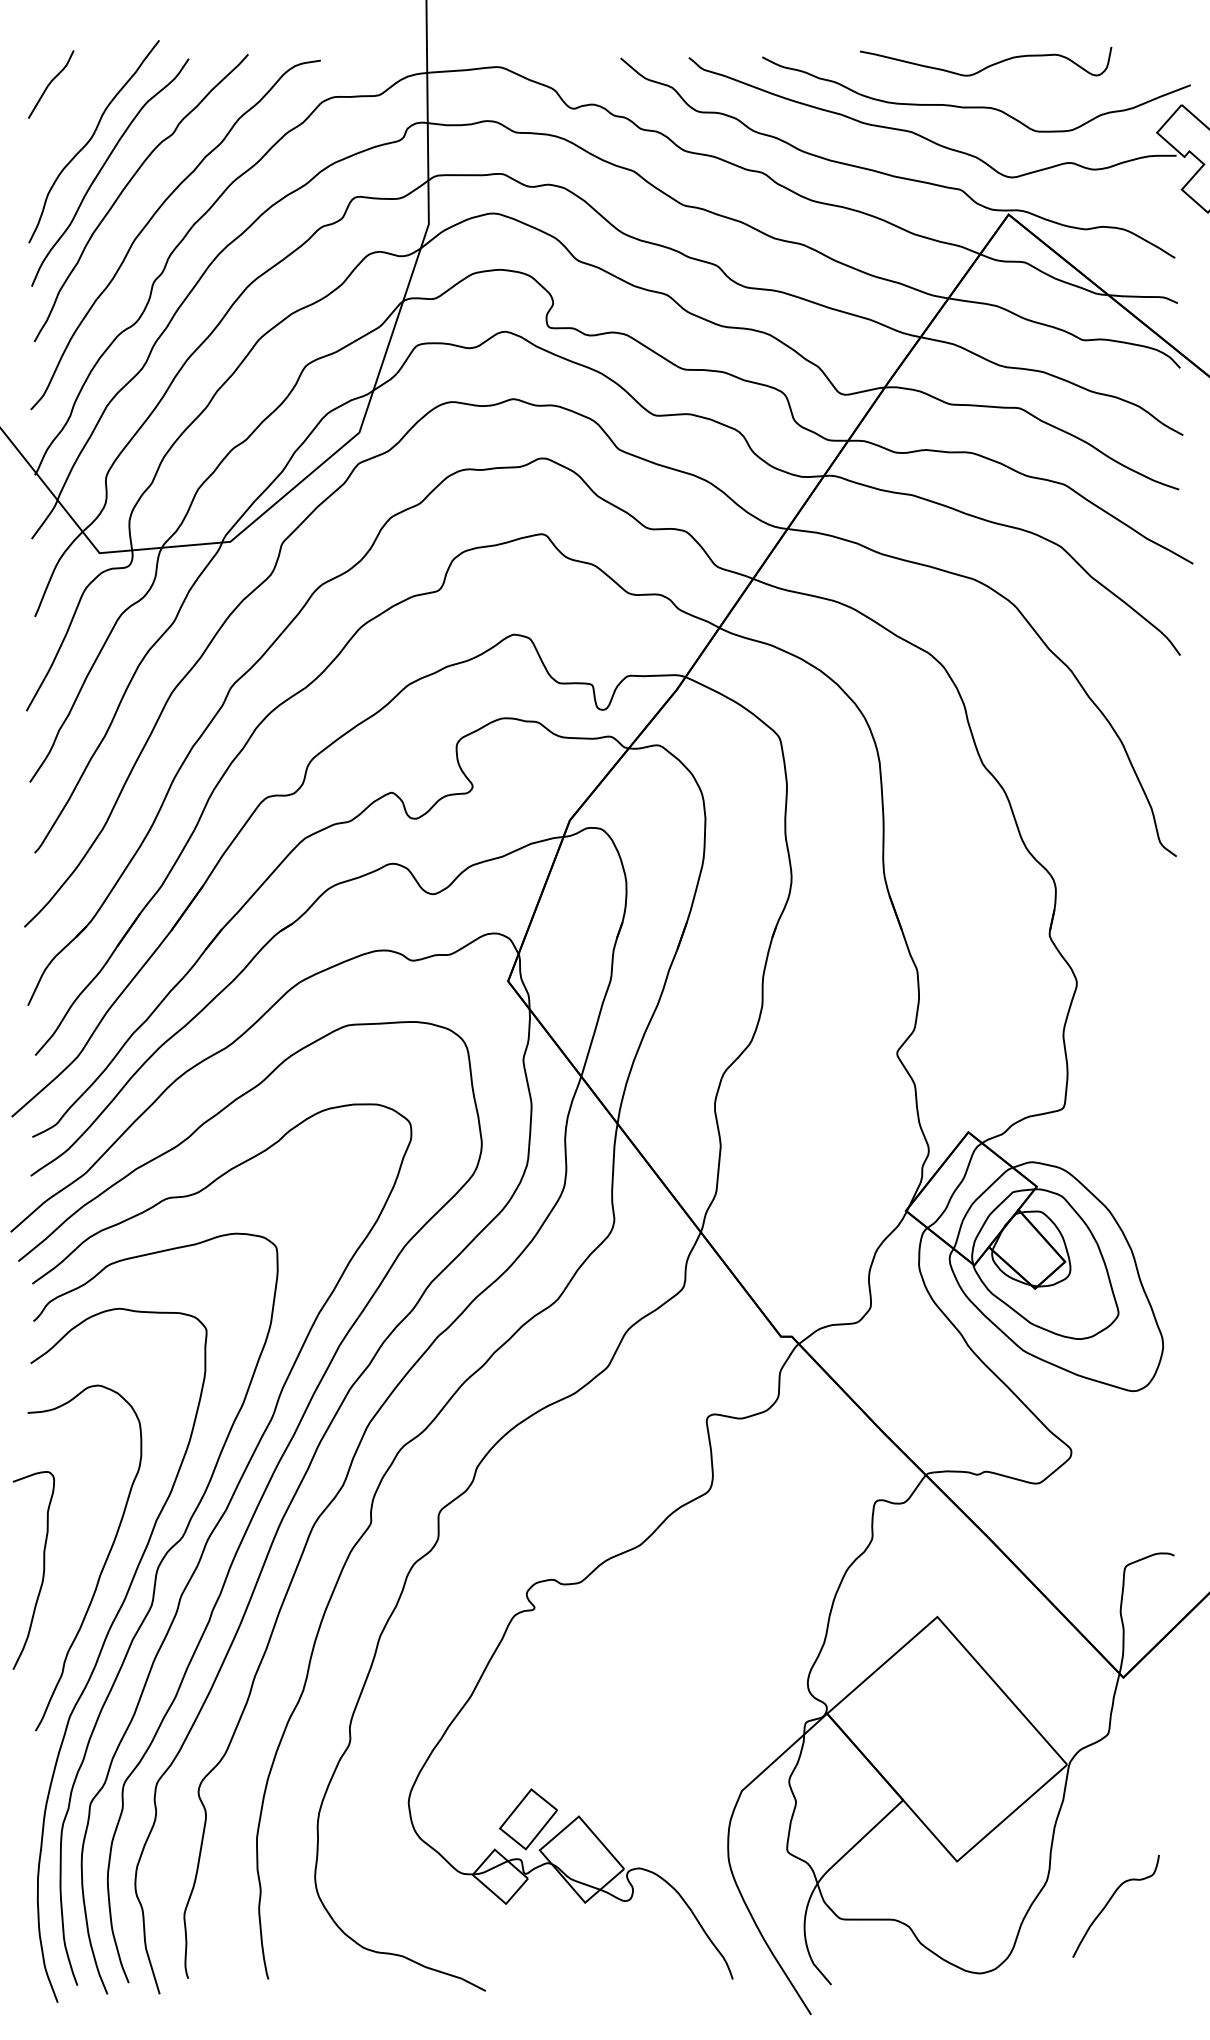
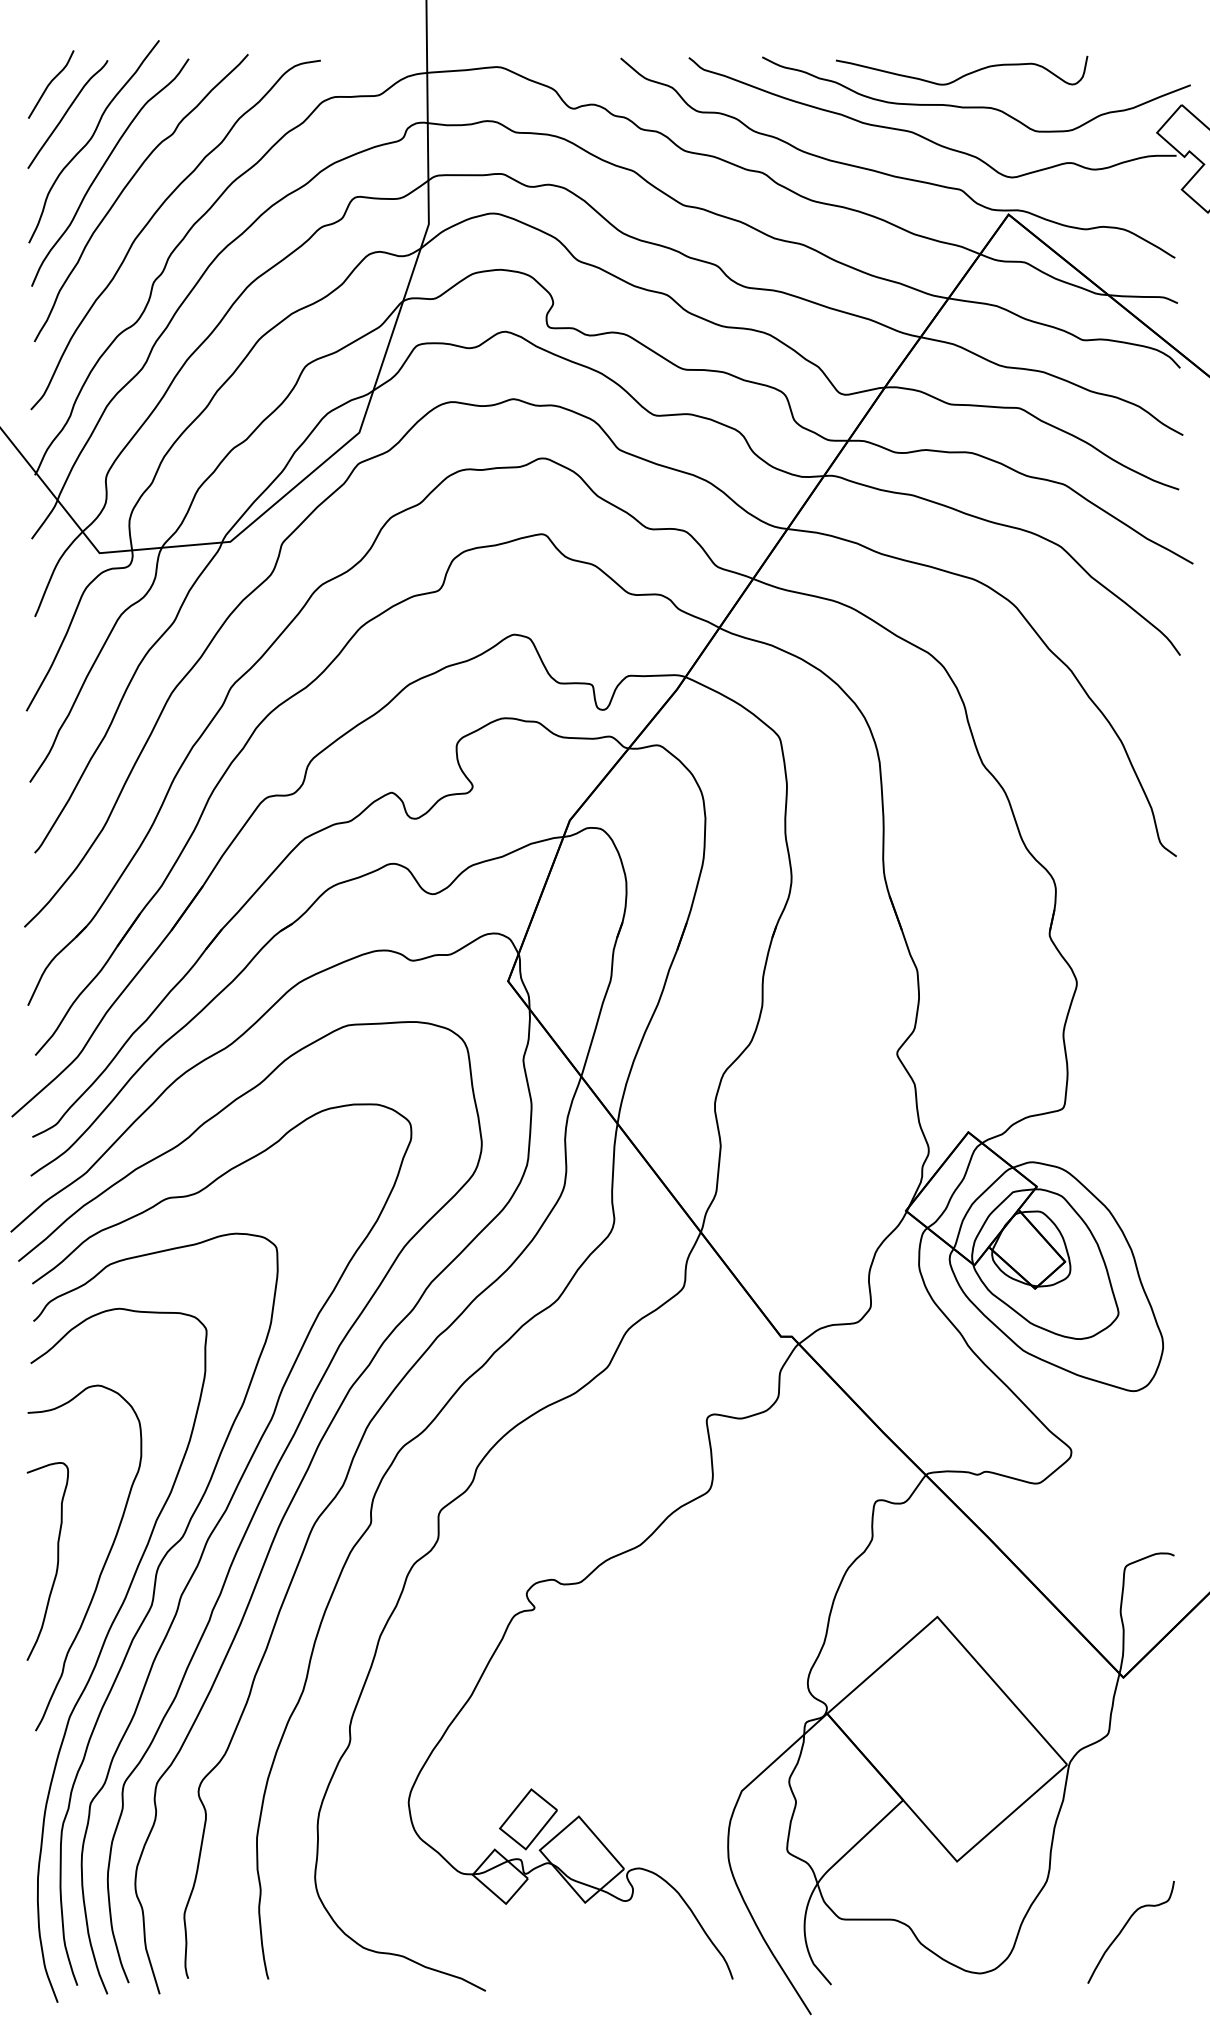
curve at (988, 65) position: (988, 65) -> (964, 74)
curve at (66, 114): none -> present
curve at (42, 1574) position: (42, 1574) -> (56, 1565)
curve at (1109, 1902) position: (1109, 1902) -> (1124, 1928)
